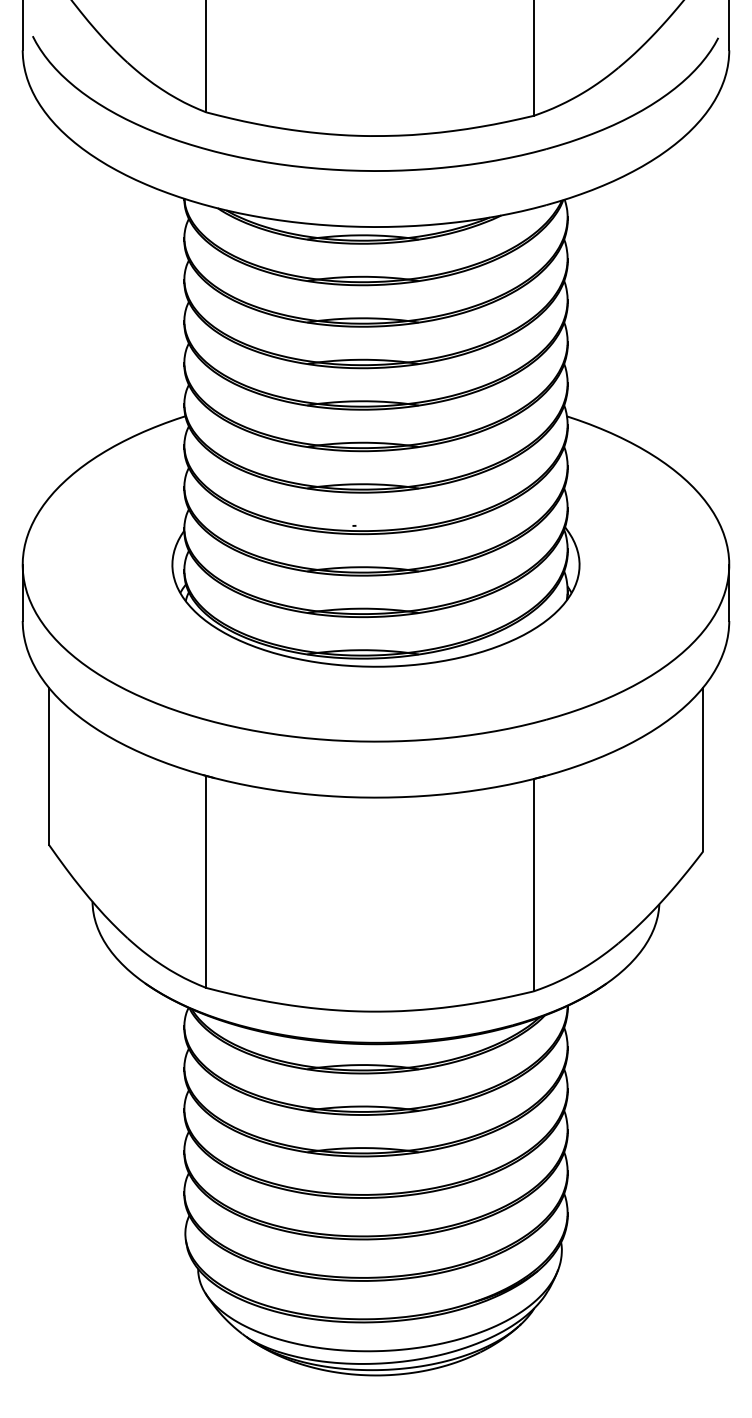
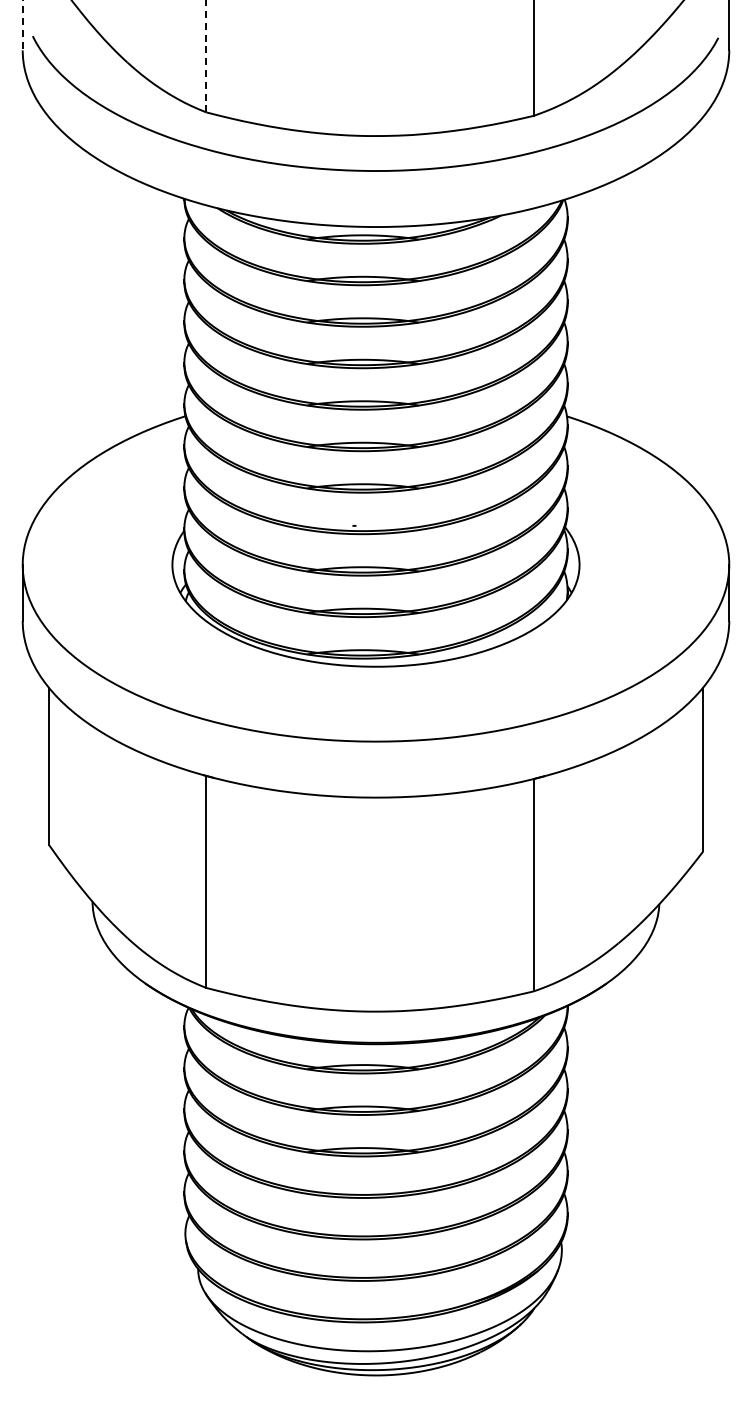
line at (22, 25): solid -> dashed
line at (206, 55): solid -> dashed
